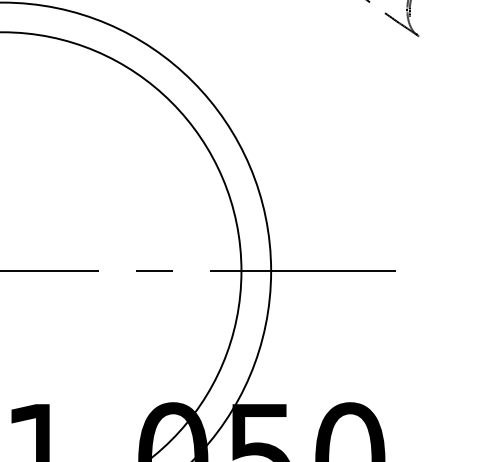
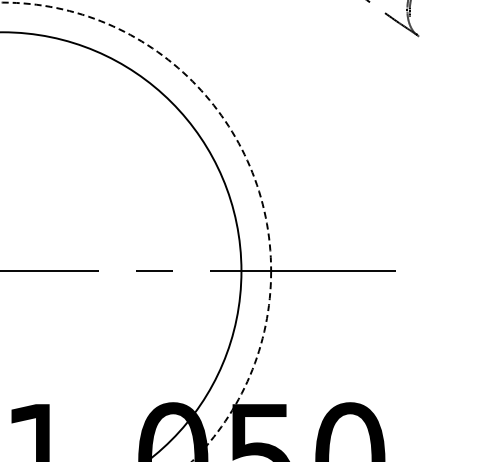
circle at (135, 231): solid -> dashed
